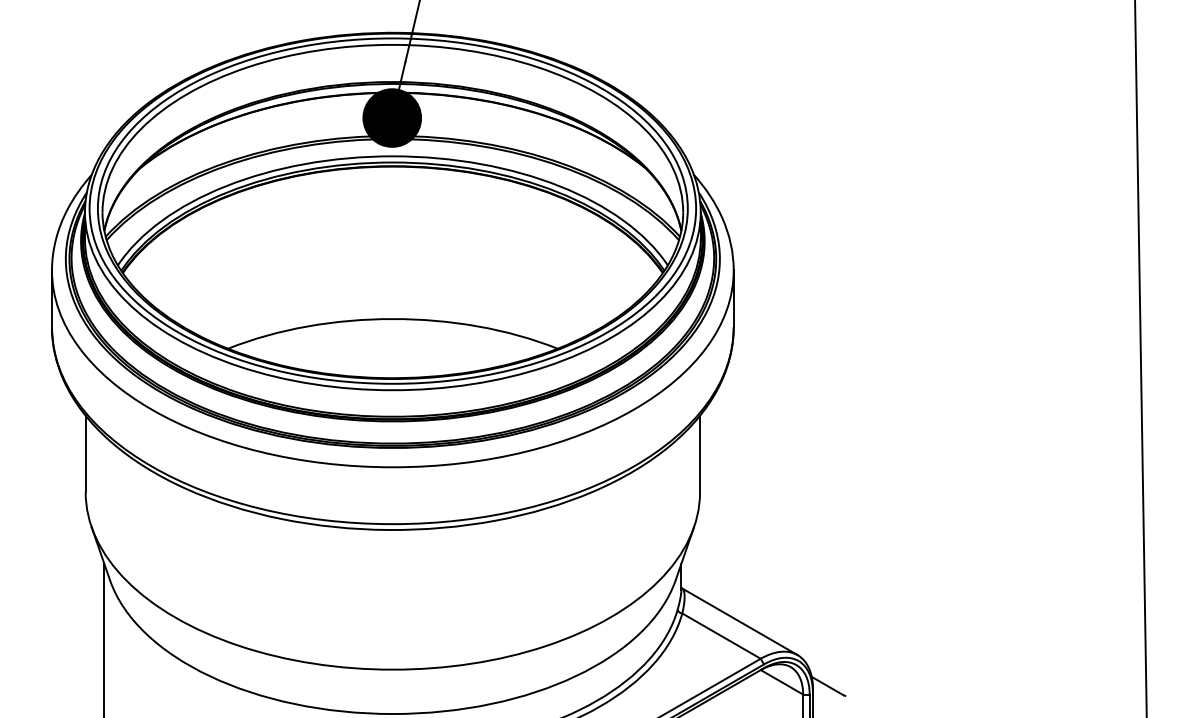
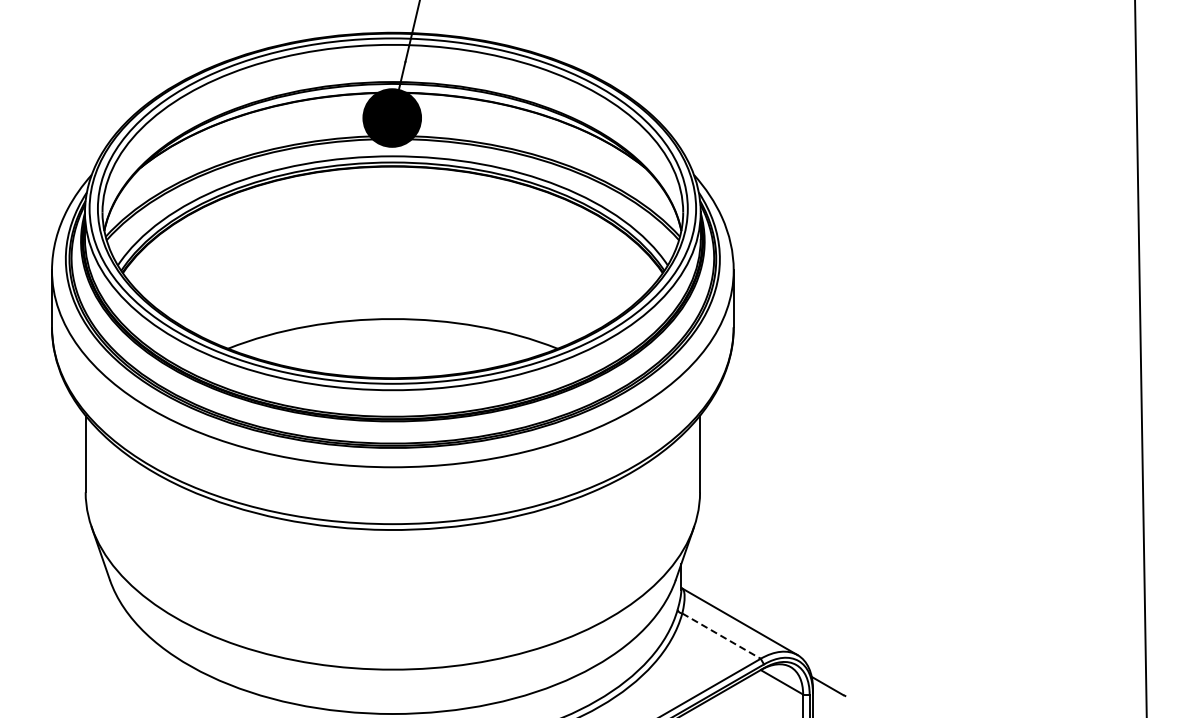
line at (721, 636): solid -> dashed
line at (104, 638): present -> none
